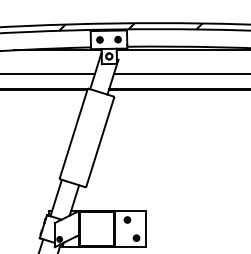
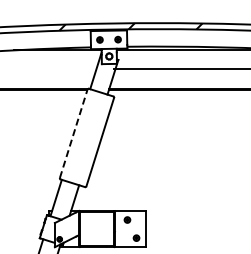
line at (48, 73): present -> none
line at (180, 73) position: (180, 73) -> (180, 68)
line at (73, 133): solid -> dashed
